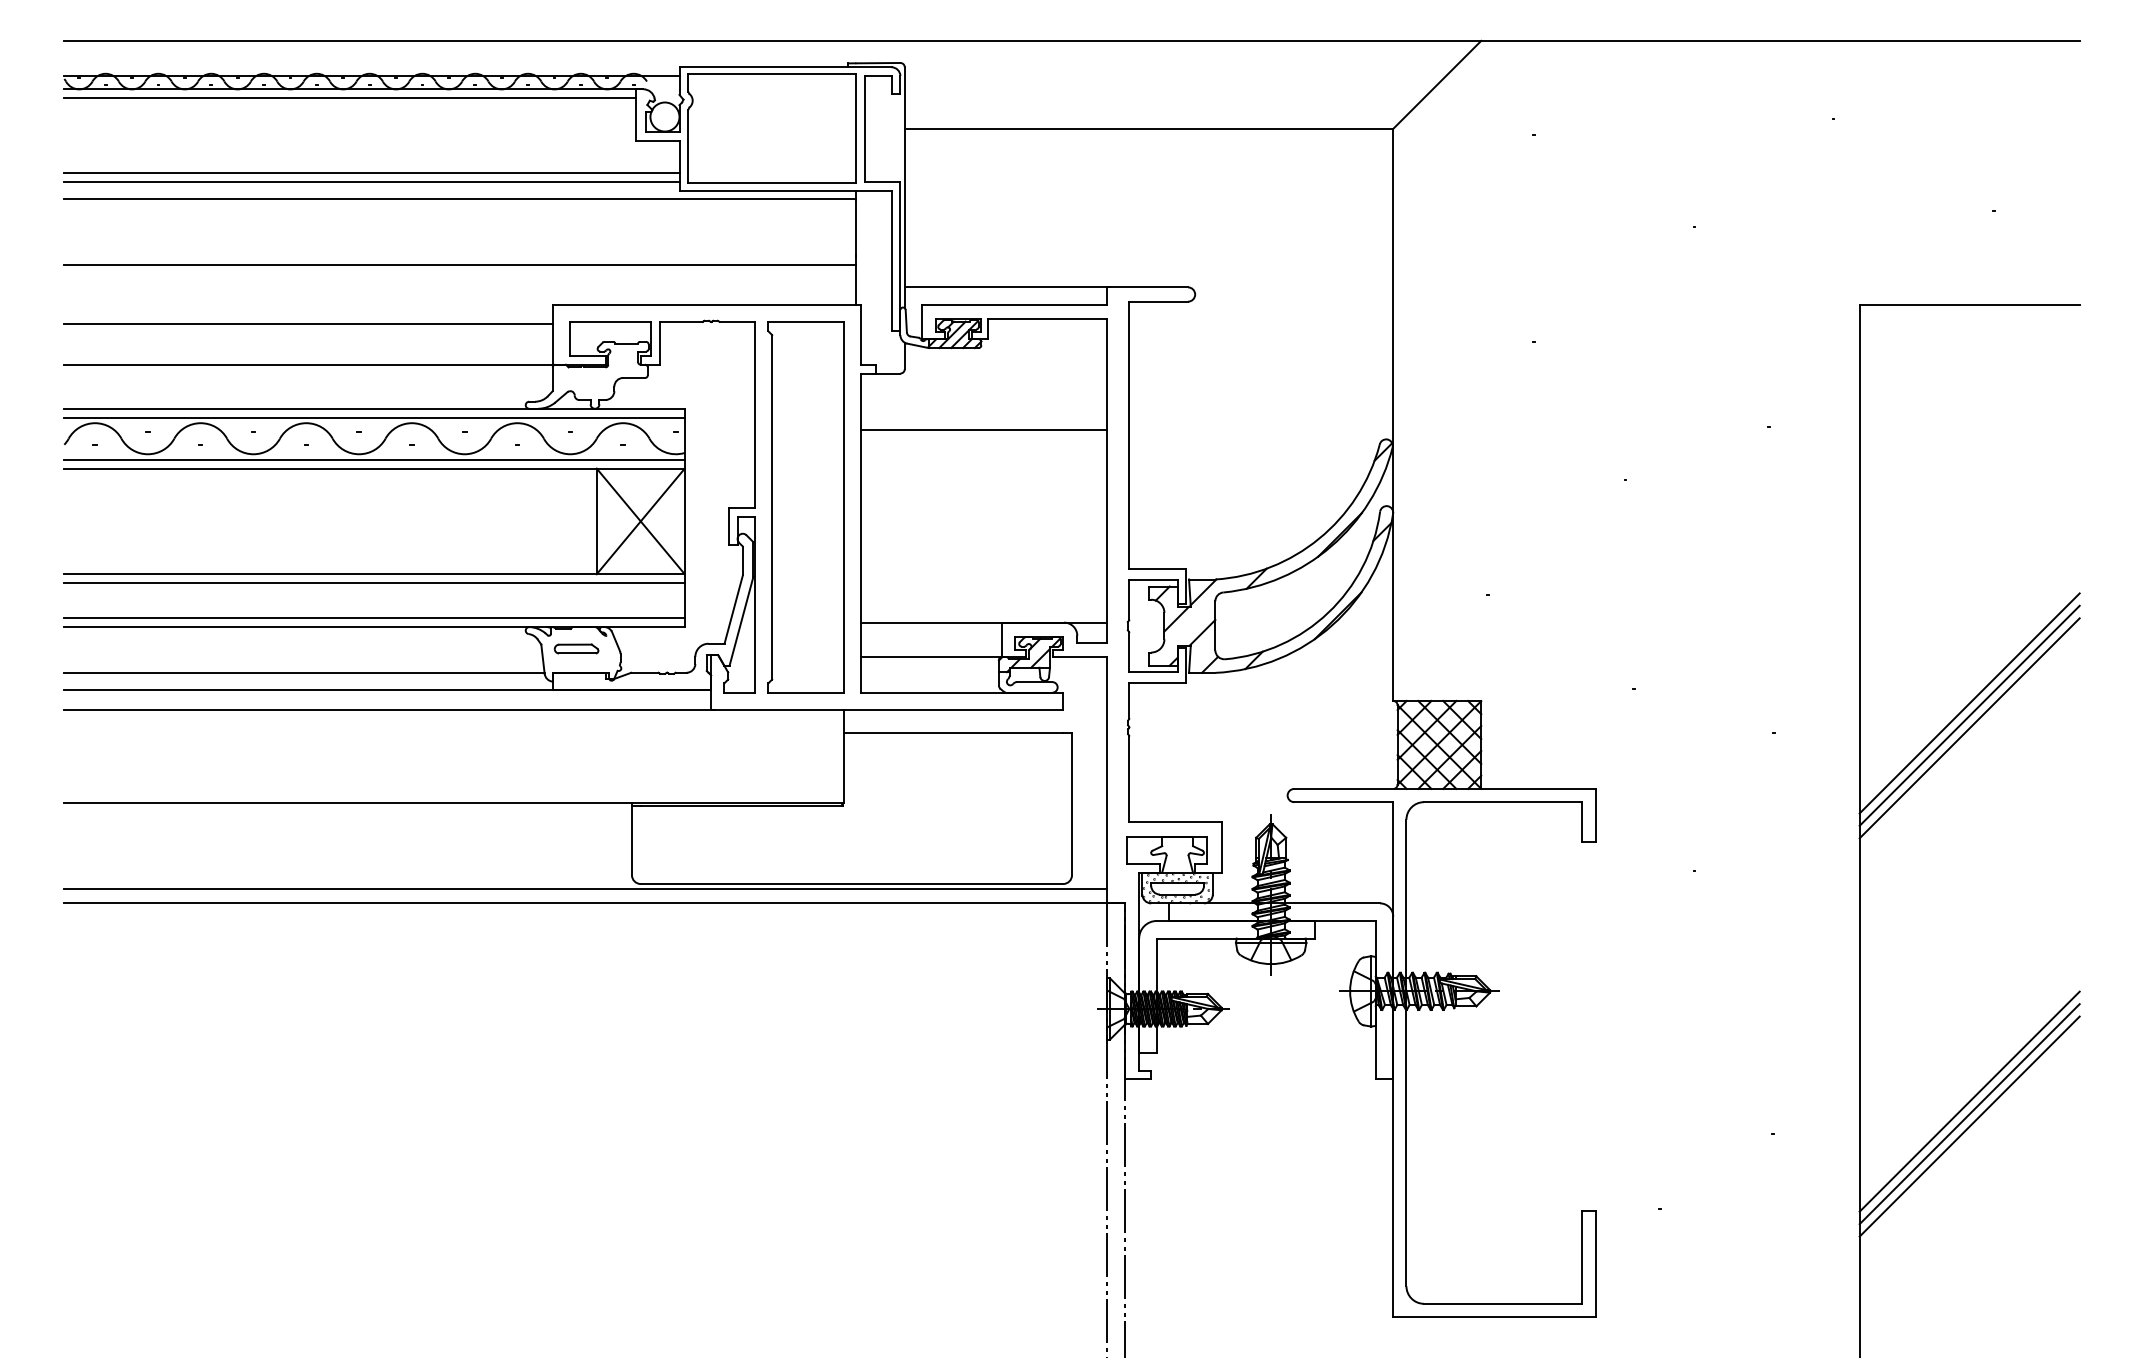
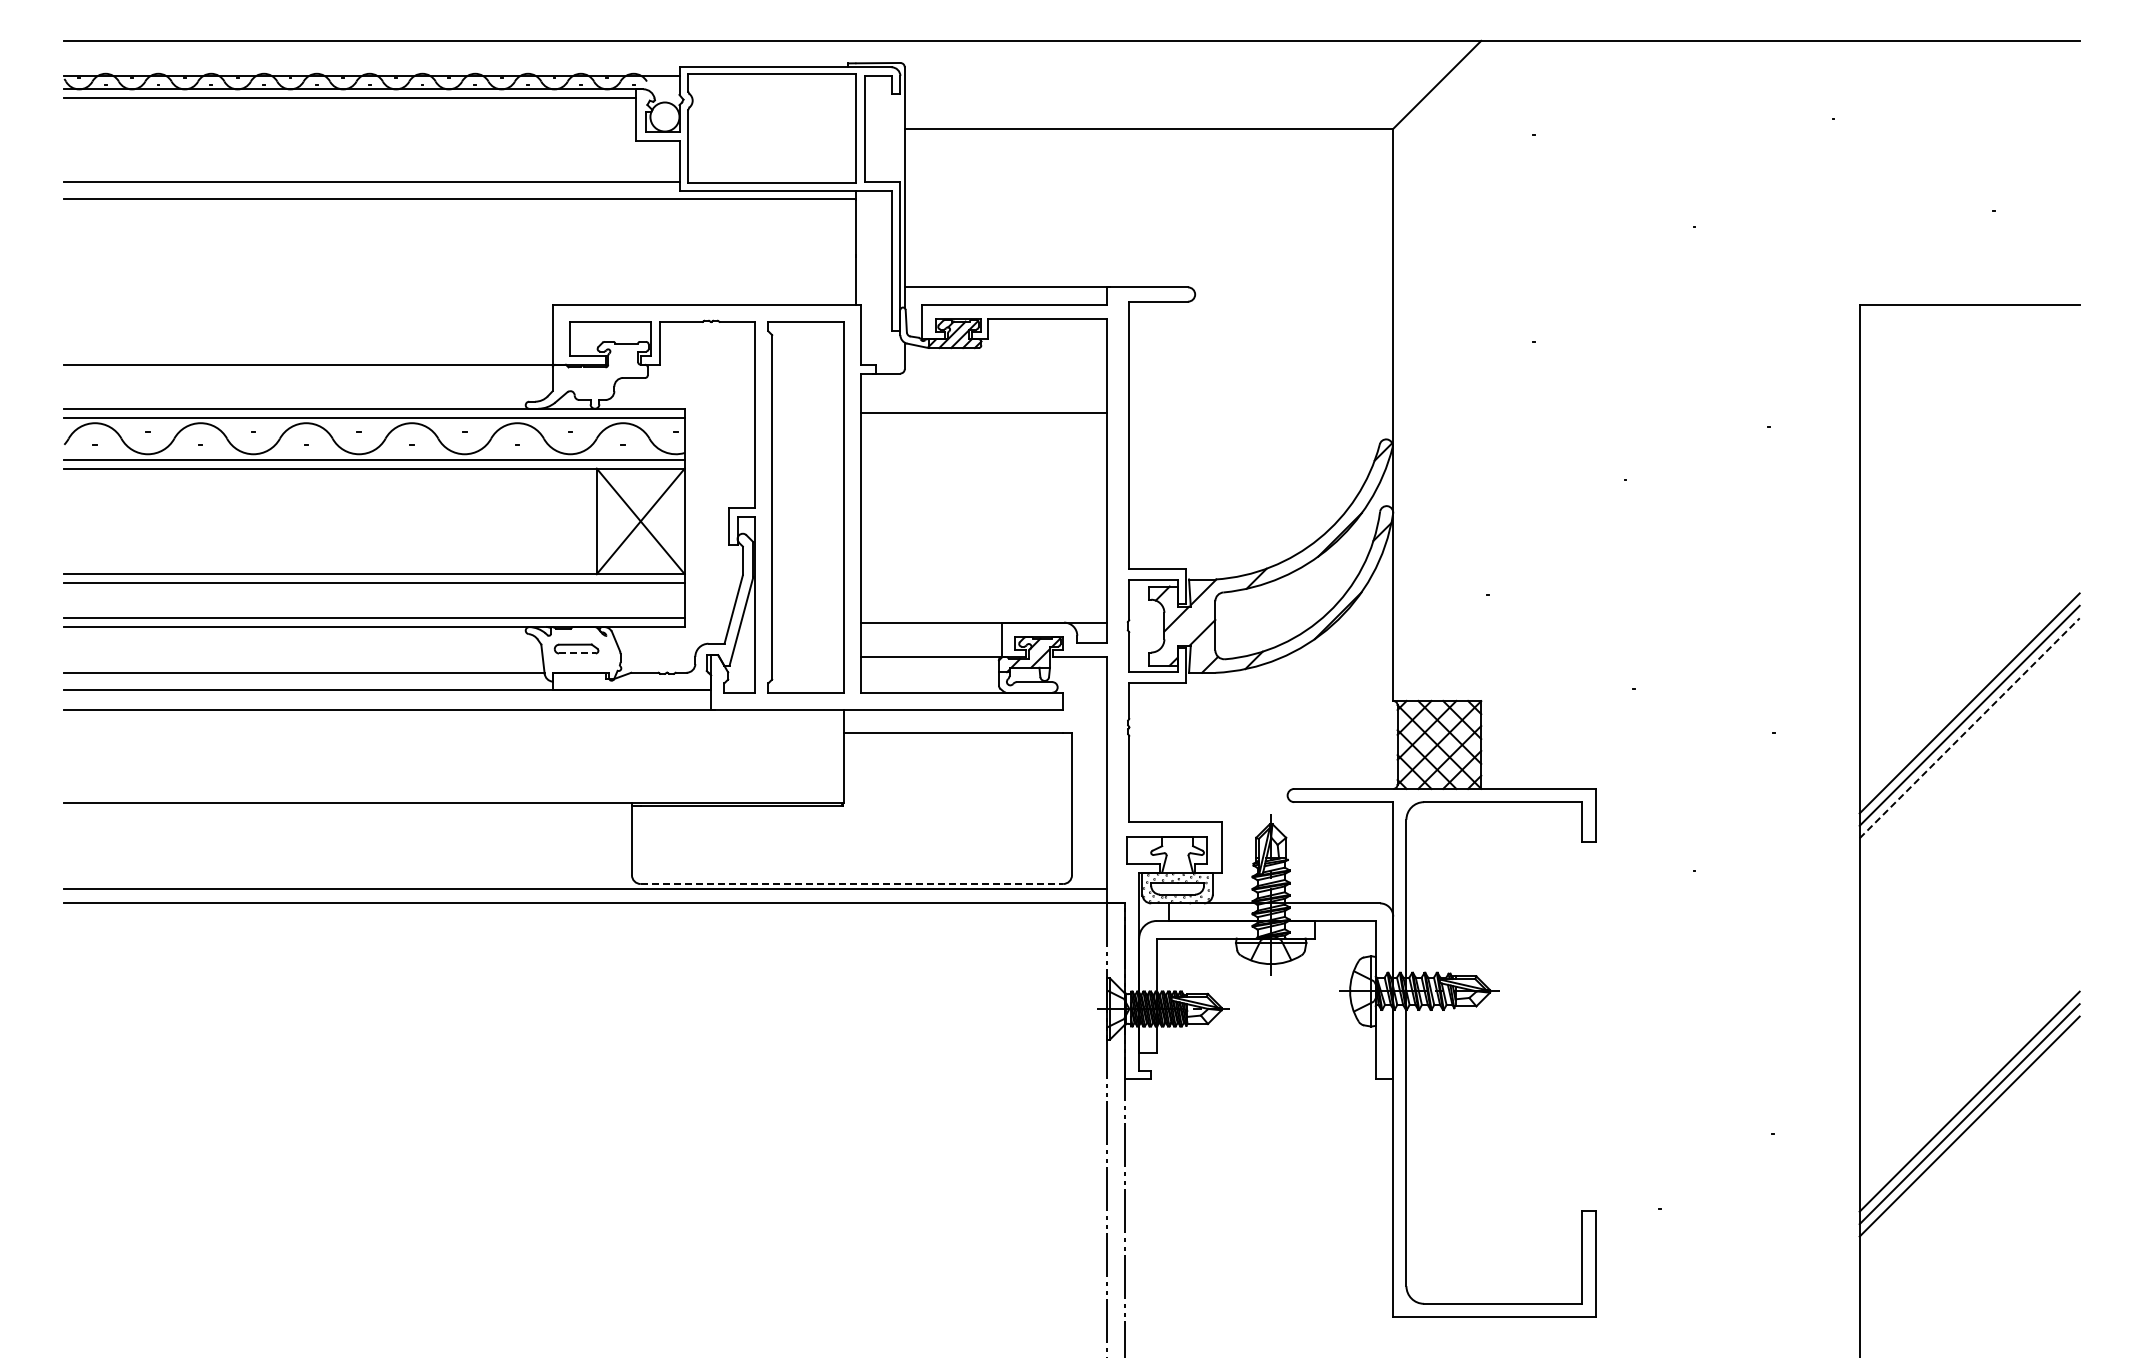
line at (371, 172): present -> none
line at (460, 264): present -> none
line at (308, 324): present -> none
line at (983, 429) position: (983, 429) -> (983, 412)
line at (577, 653): solid -> dashed
line at (1969, 728): solid -> dashed
line at (852, 884): solid -> dashed
